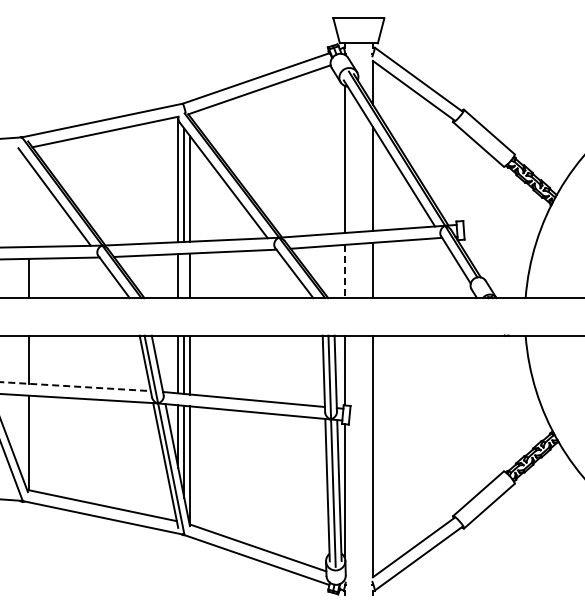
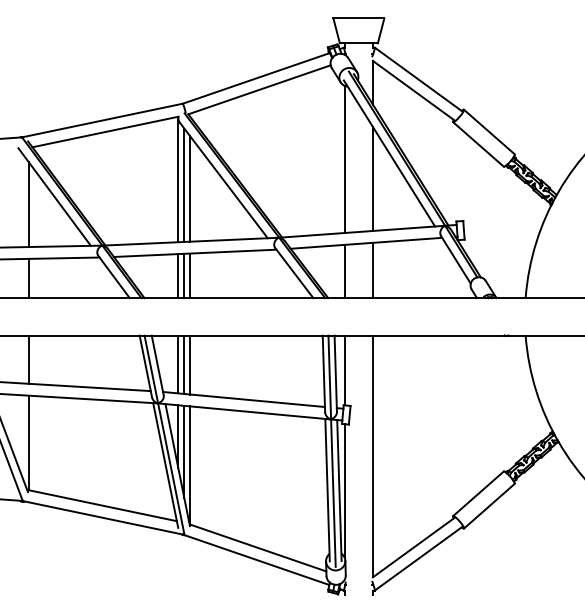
line at (28, 204): none -> present
line at (344, 271): dashed -> solid
line at (184, 275): none -> present
line at (76, 386): dashed -> solid
